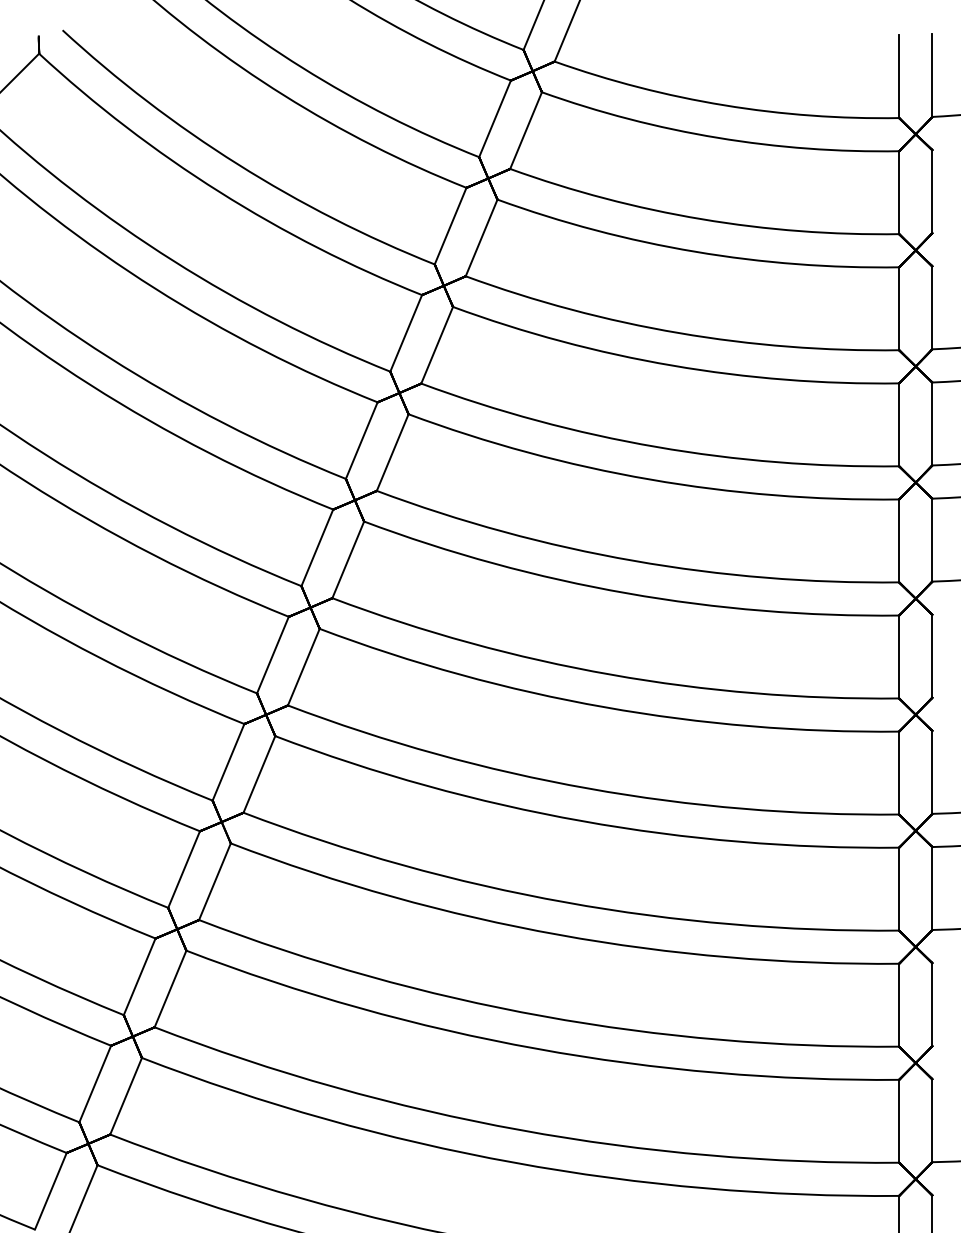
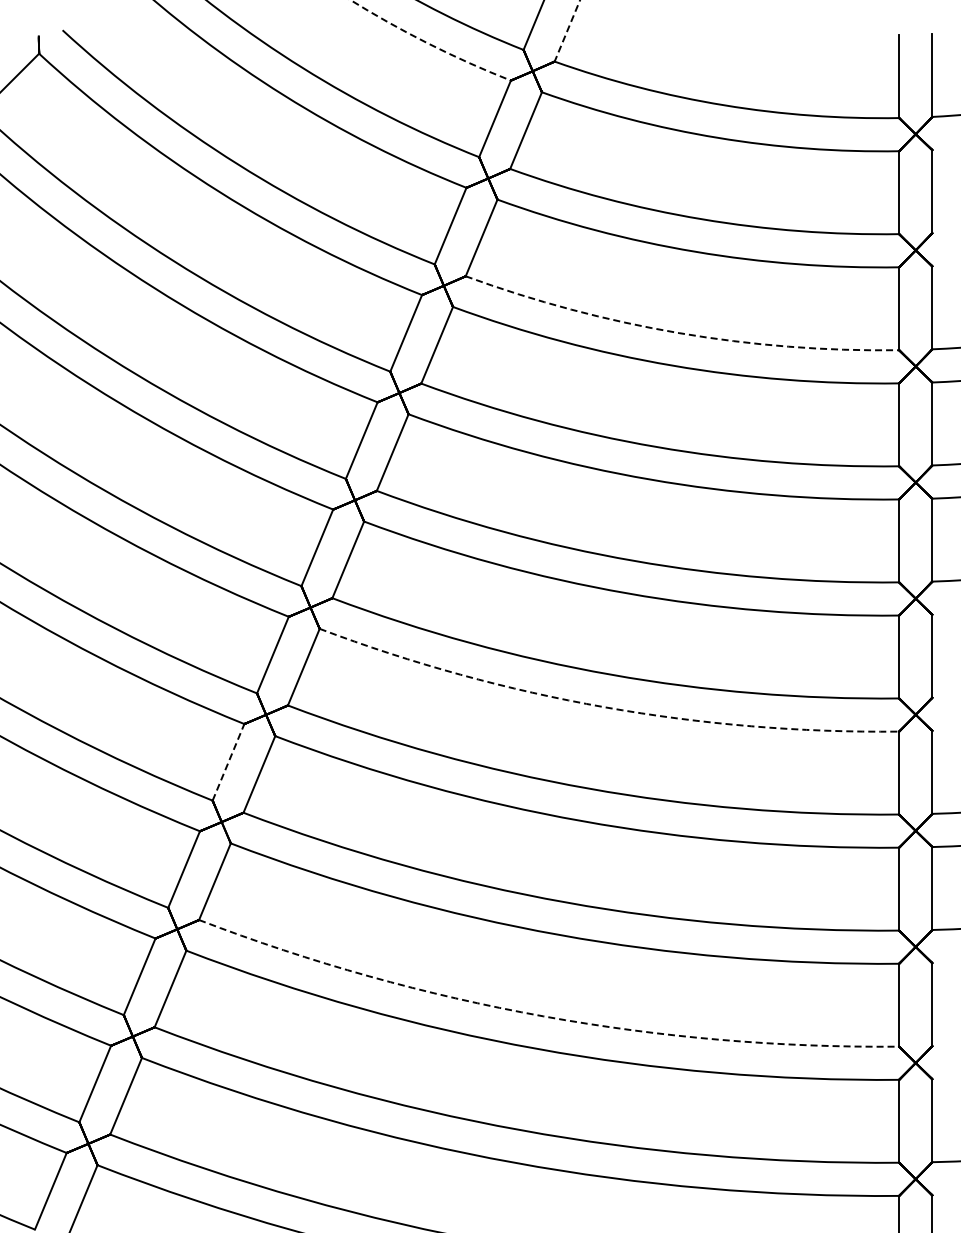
line at (567, 31): solid -> dashed
arc at (428, 43): solid -> dashed
arc at (679, 333): solid -> dashed
arc at (604, 707): solid -> dashed
line at (228, 761): solid -> dashed
arc at (543, 1016): solid -> dashed
